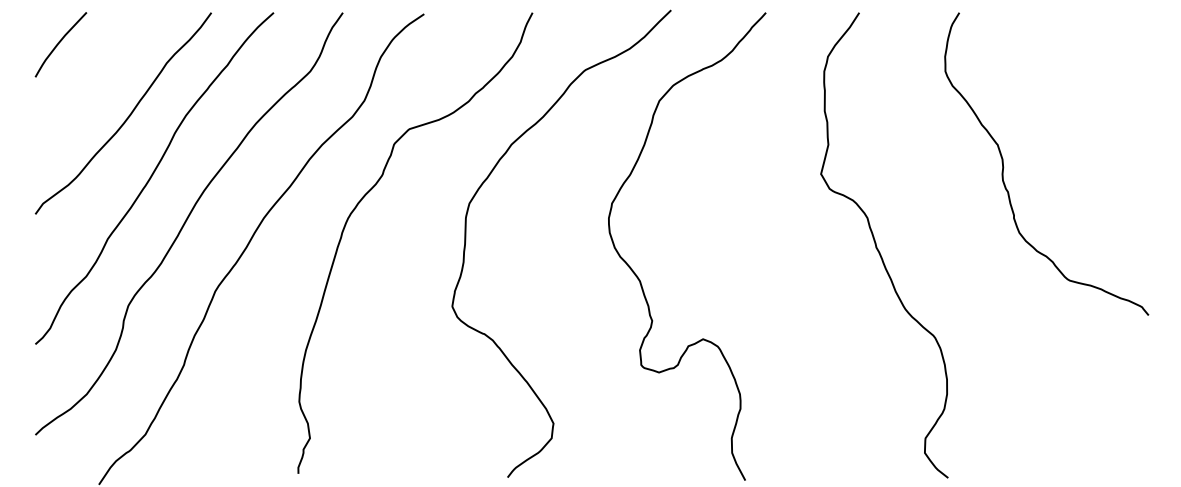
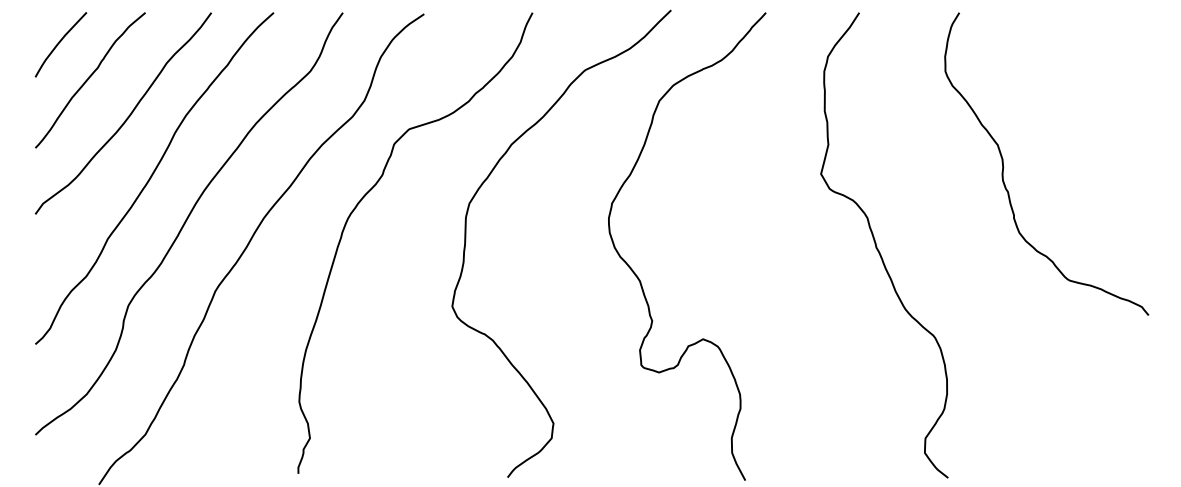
curve at (88, 80): none -> present
